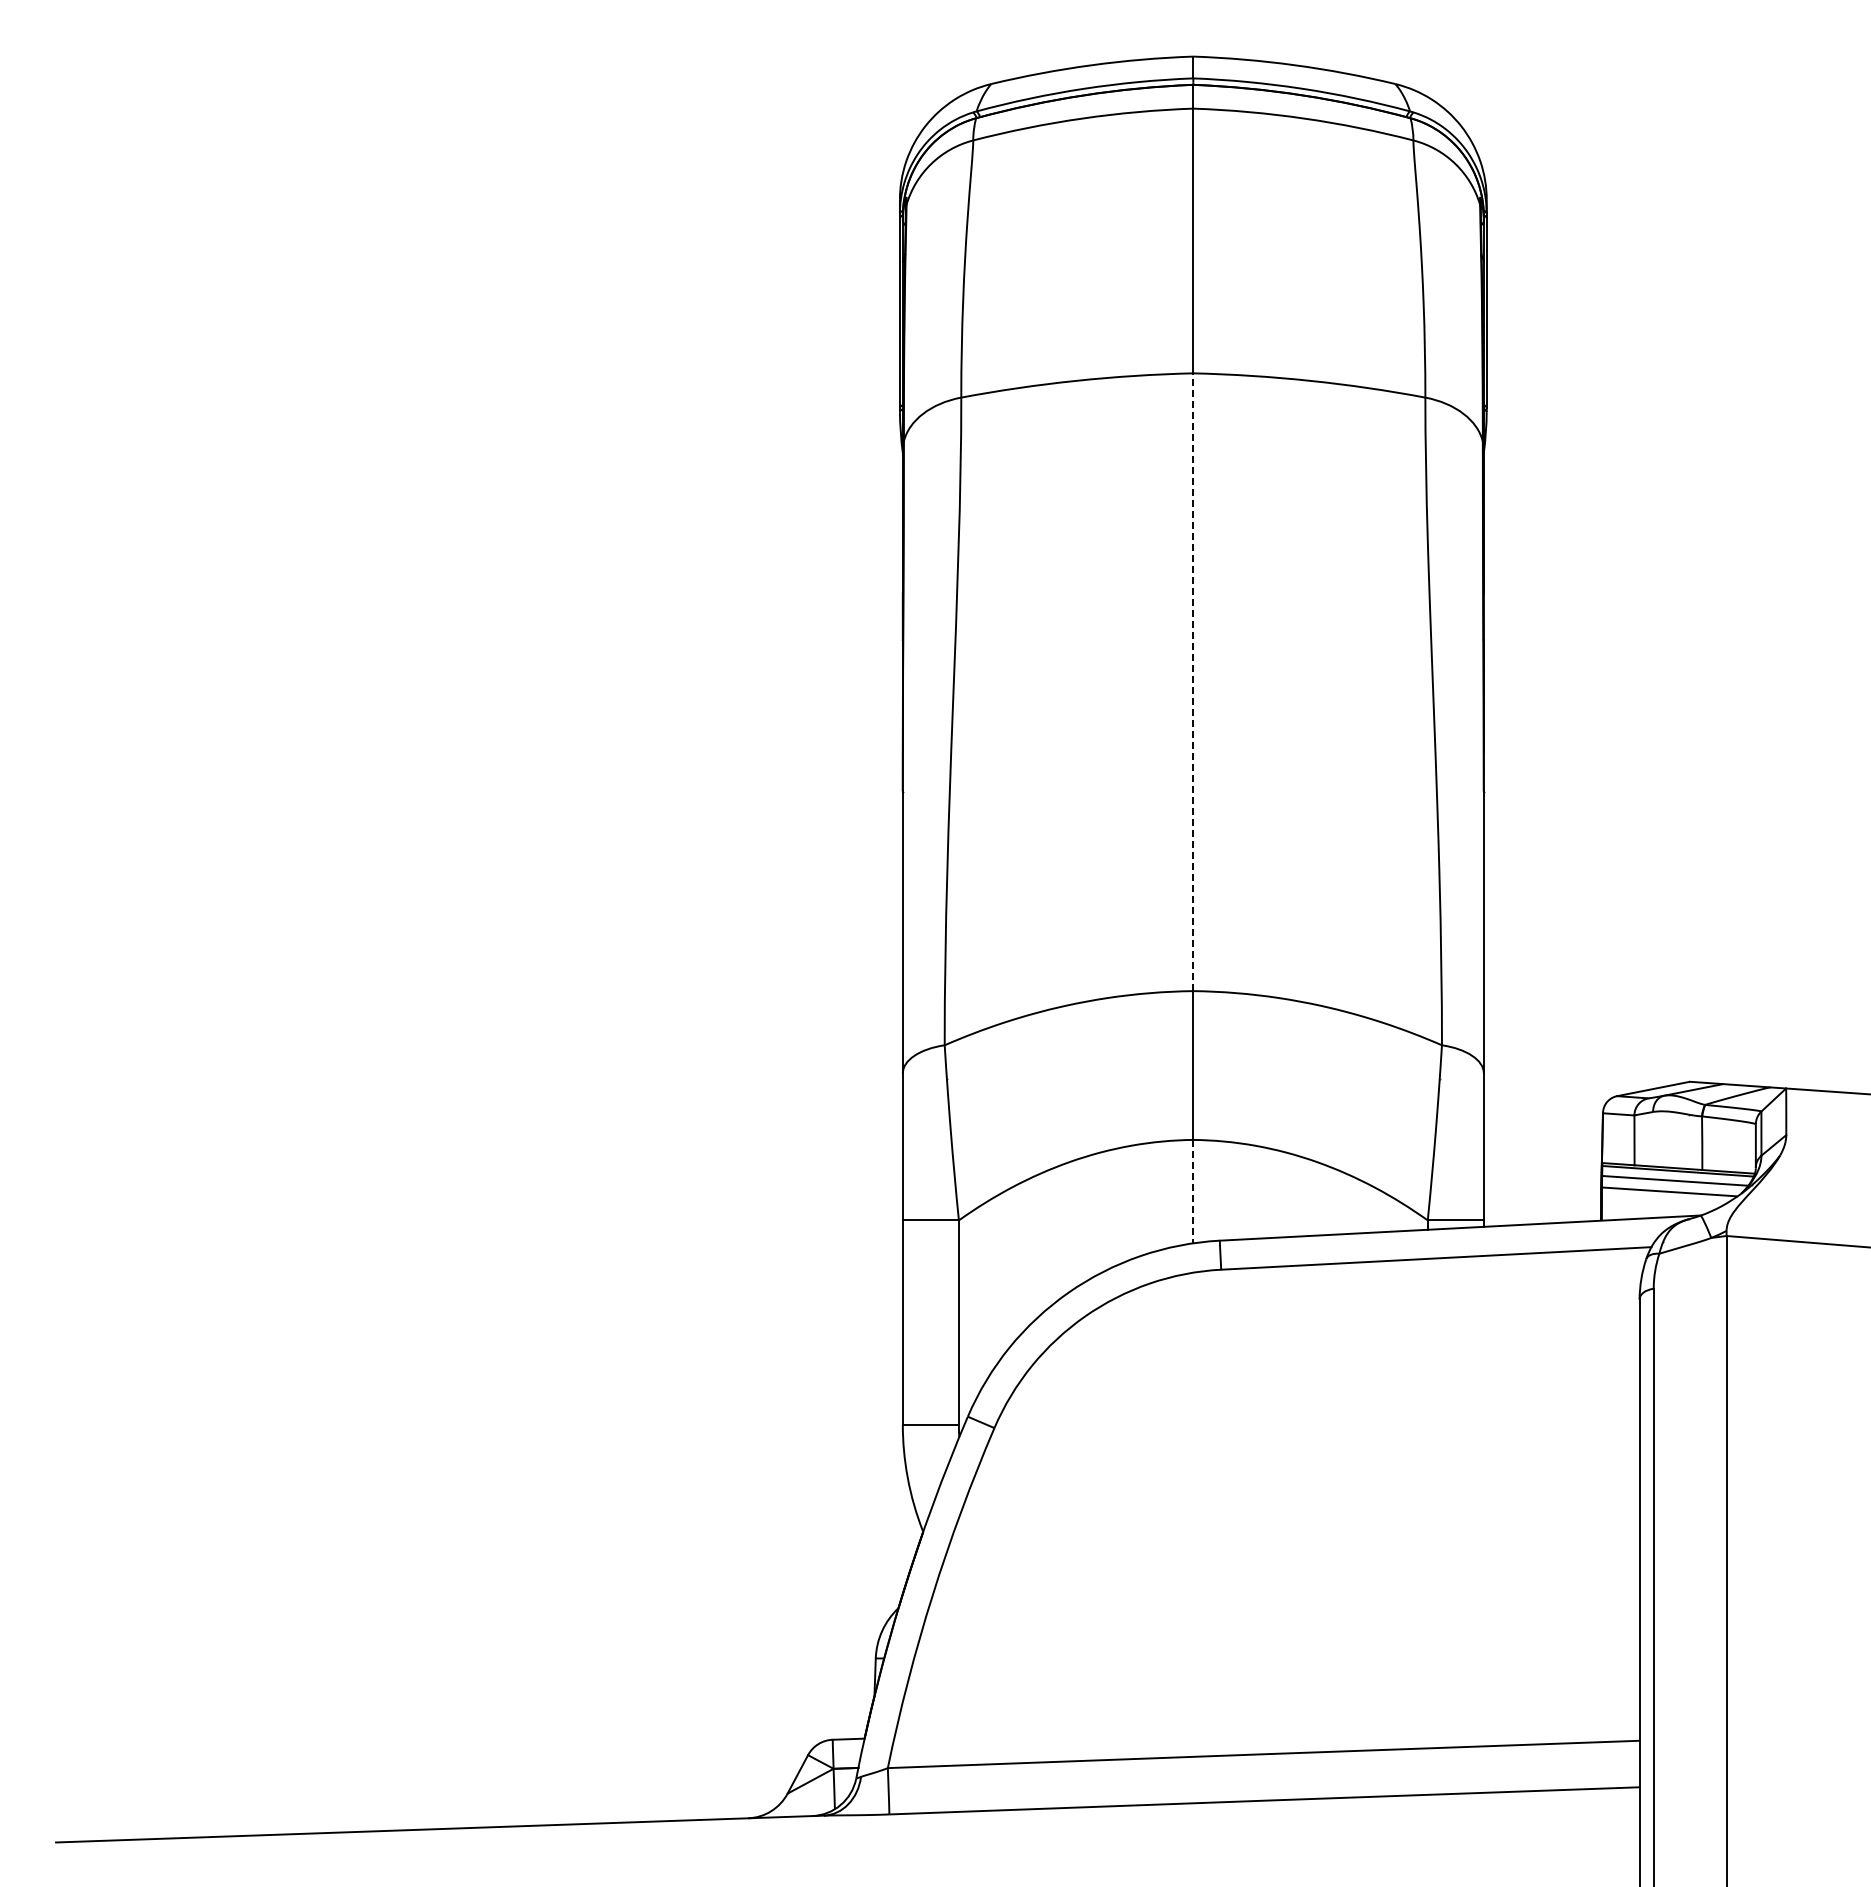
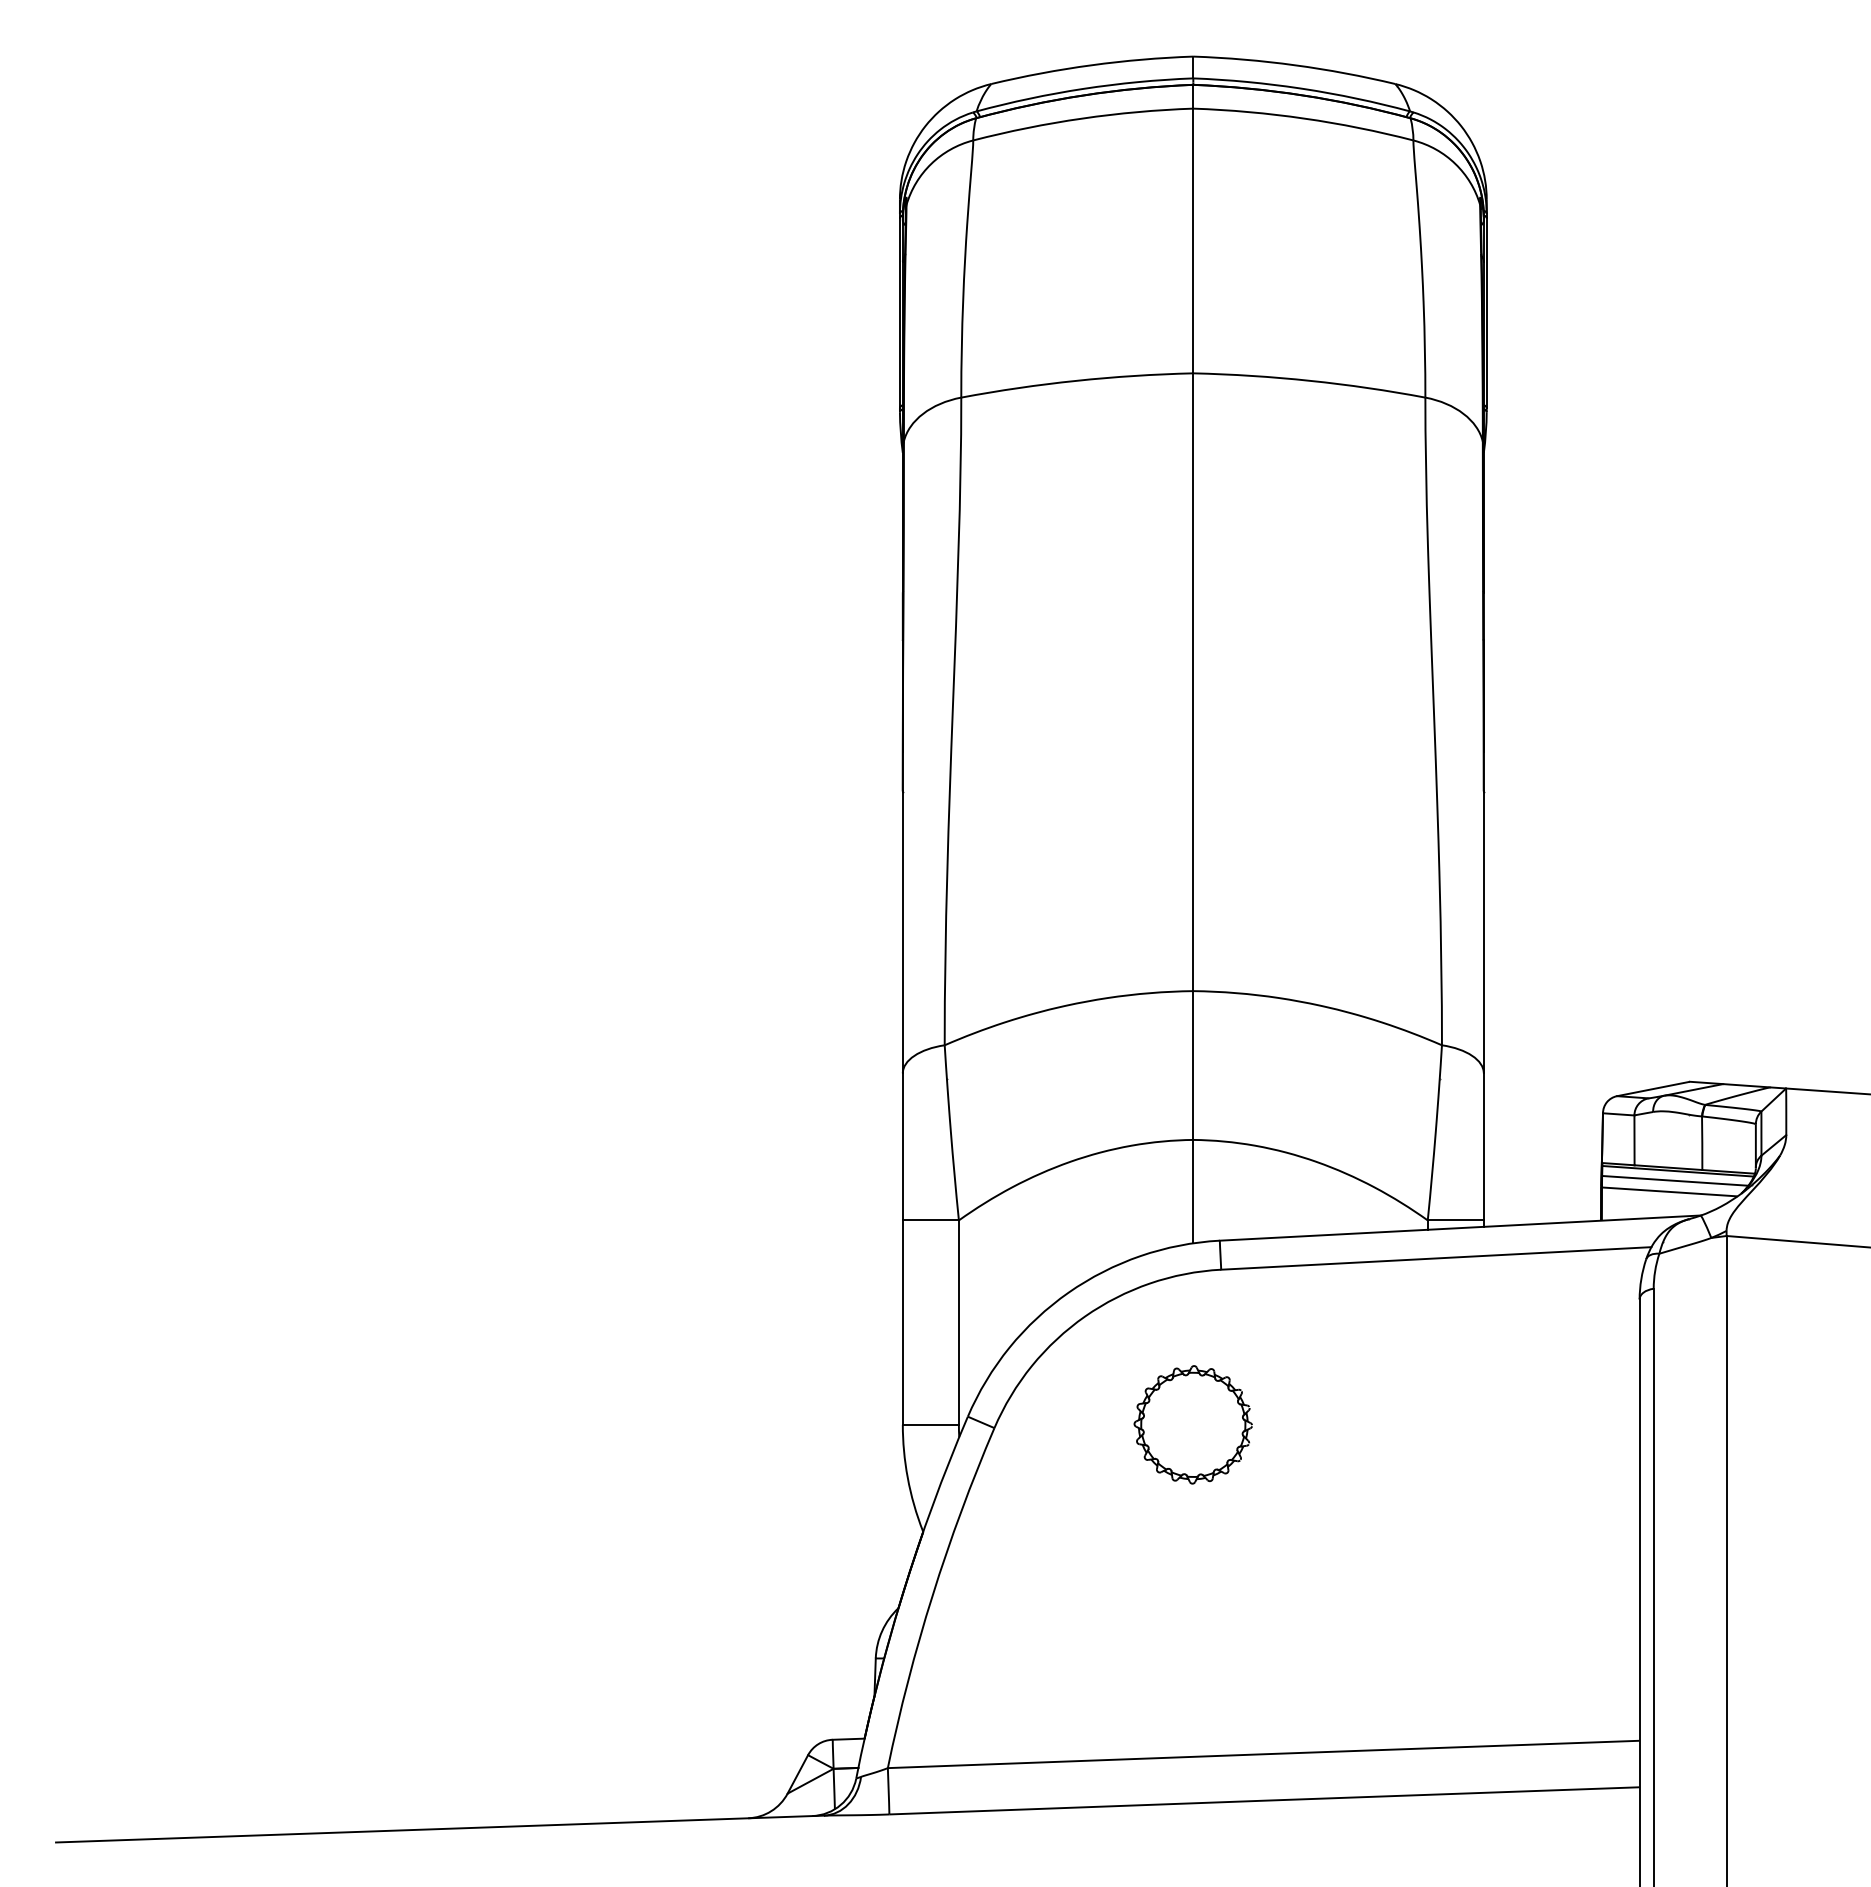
line at (1193, 682): dashed -> solid
line at (1193, 1191): dashed -> solid
part at (1192, 1424): none -> present
